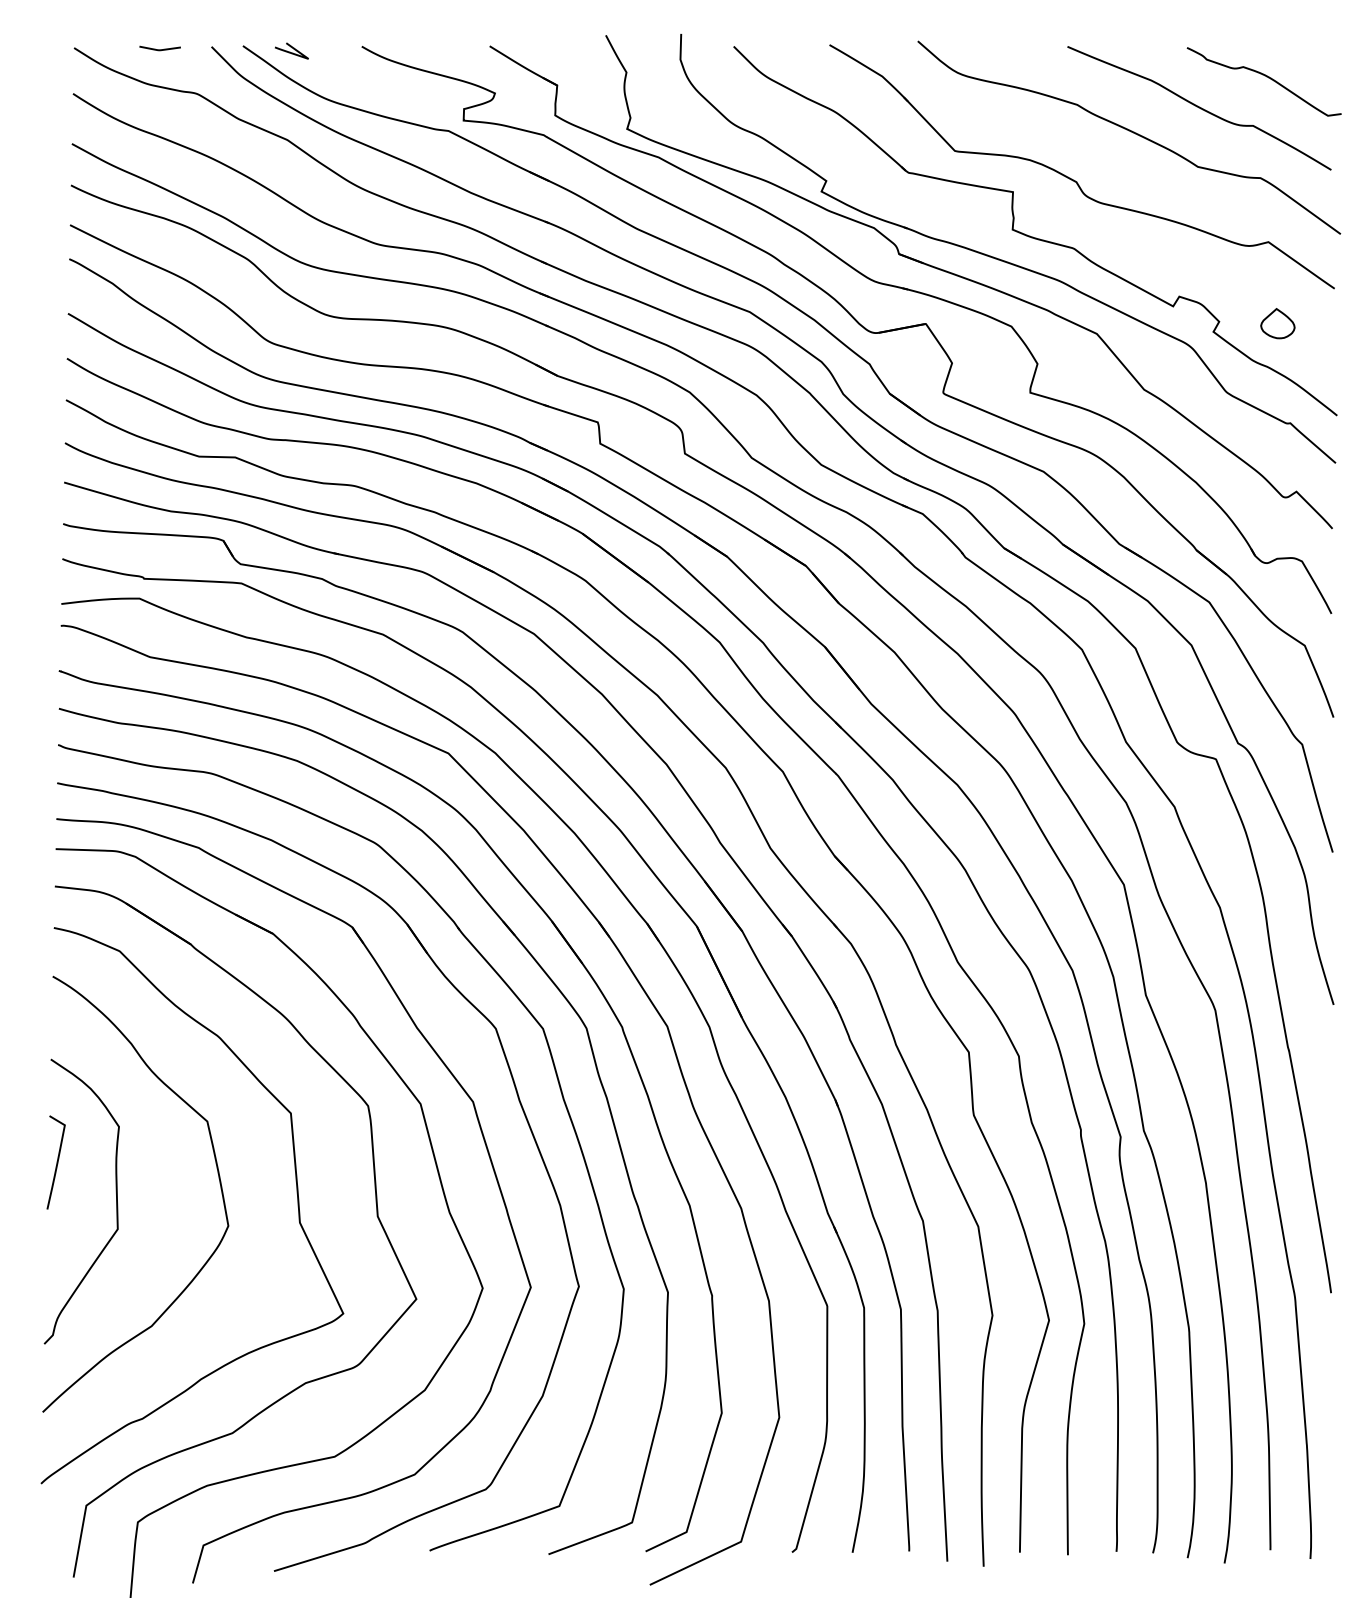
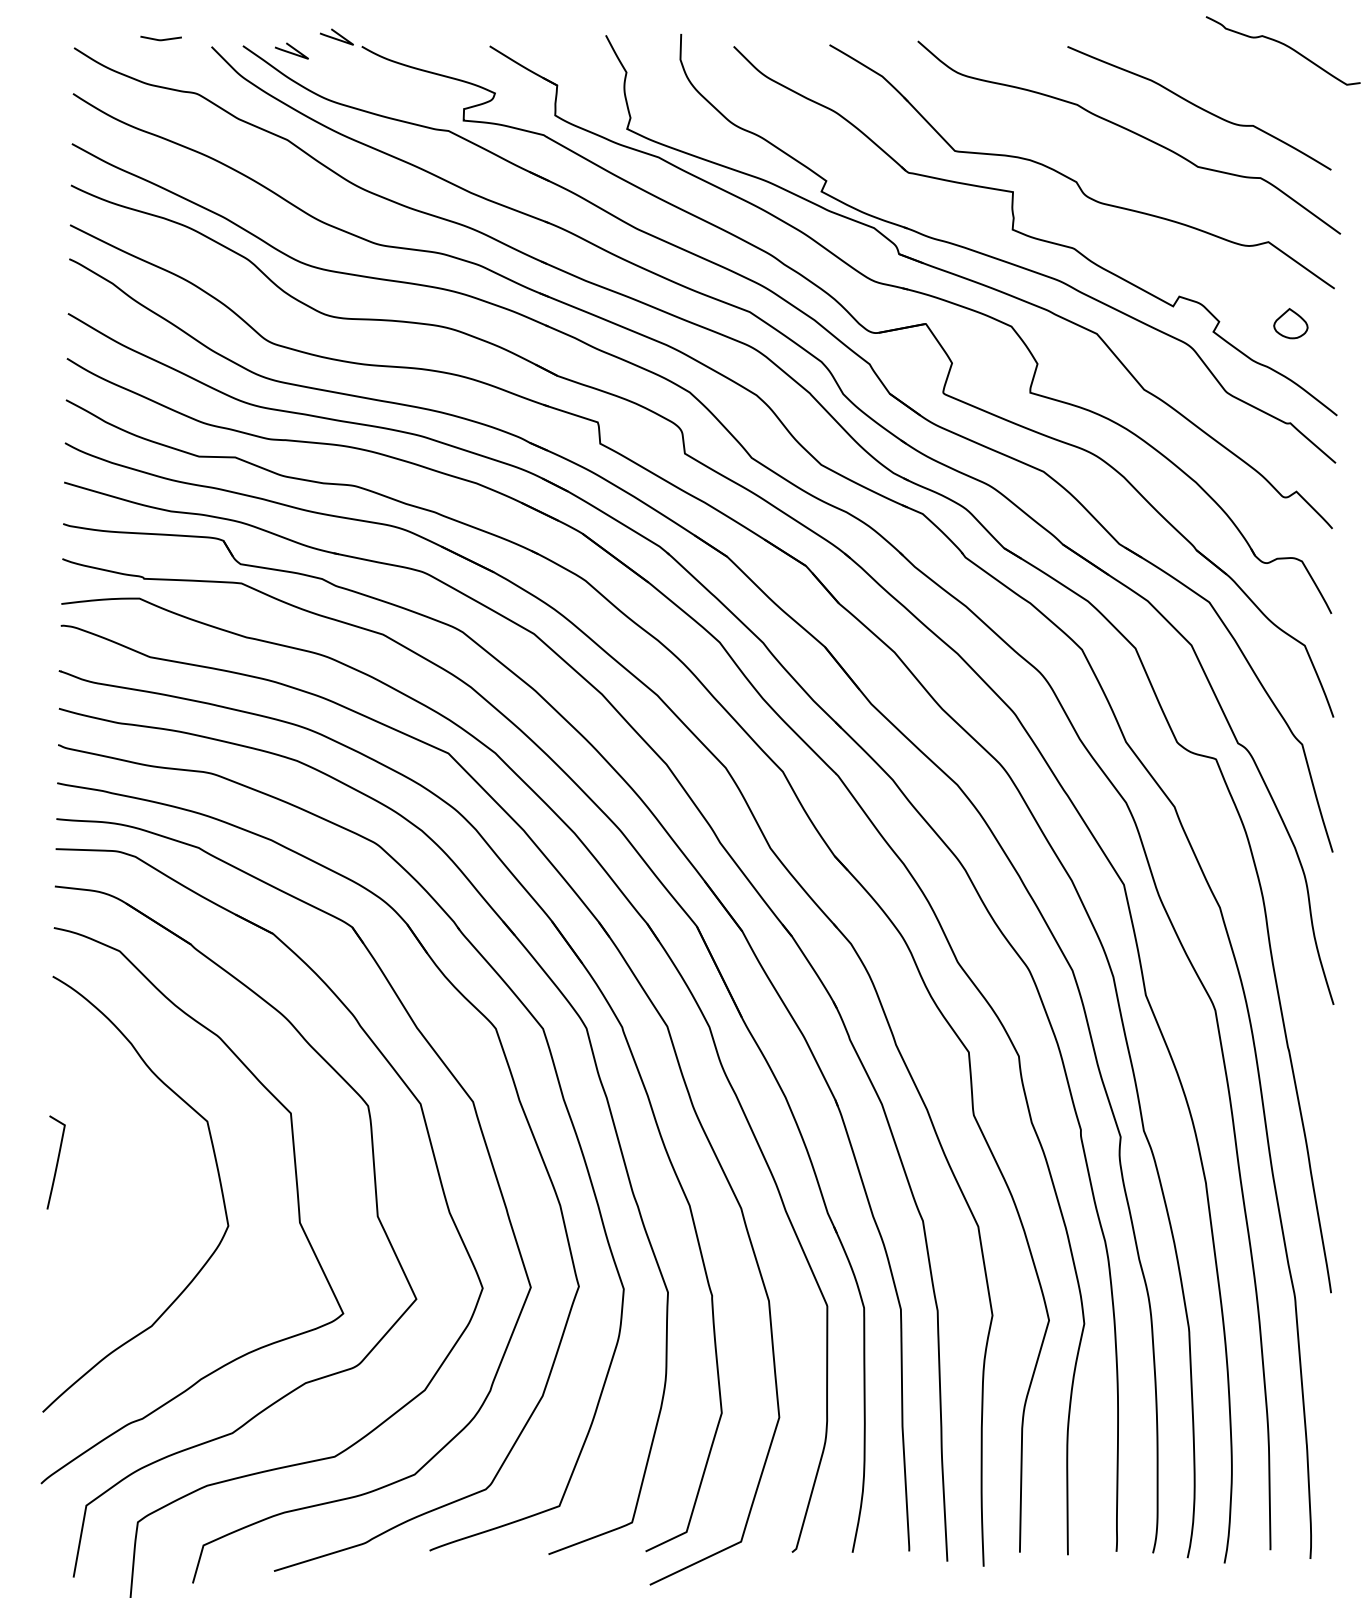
curve at (335, 37): none -> present
curve at (159, 49) position: (159, 49) -> (160, 39)
curve at (1266, 77) position: (1266, 77) -> (1285, 46)
part at (1277, 323) position: (1277, 323) -> (1290, 323)
curve at (116, 1201): present -> none
